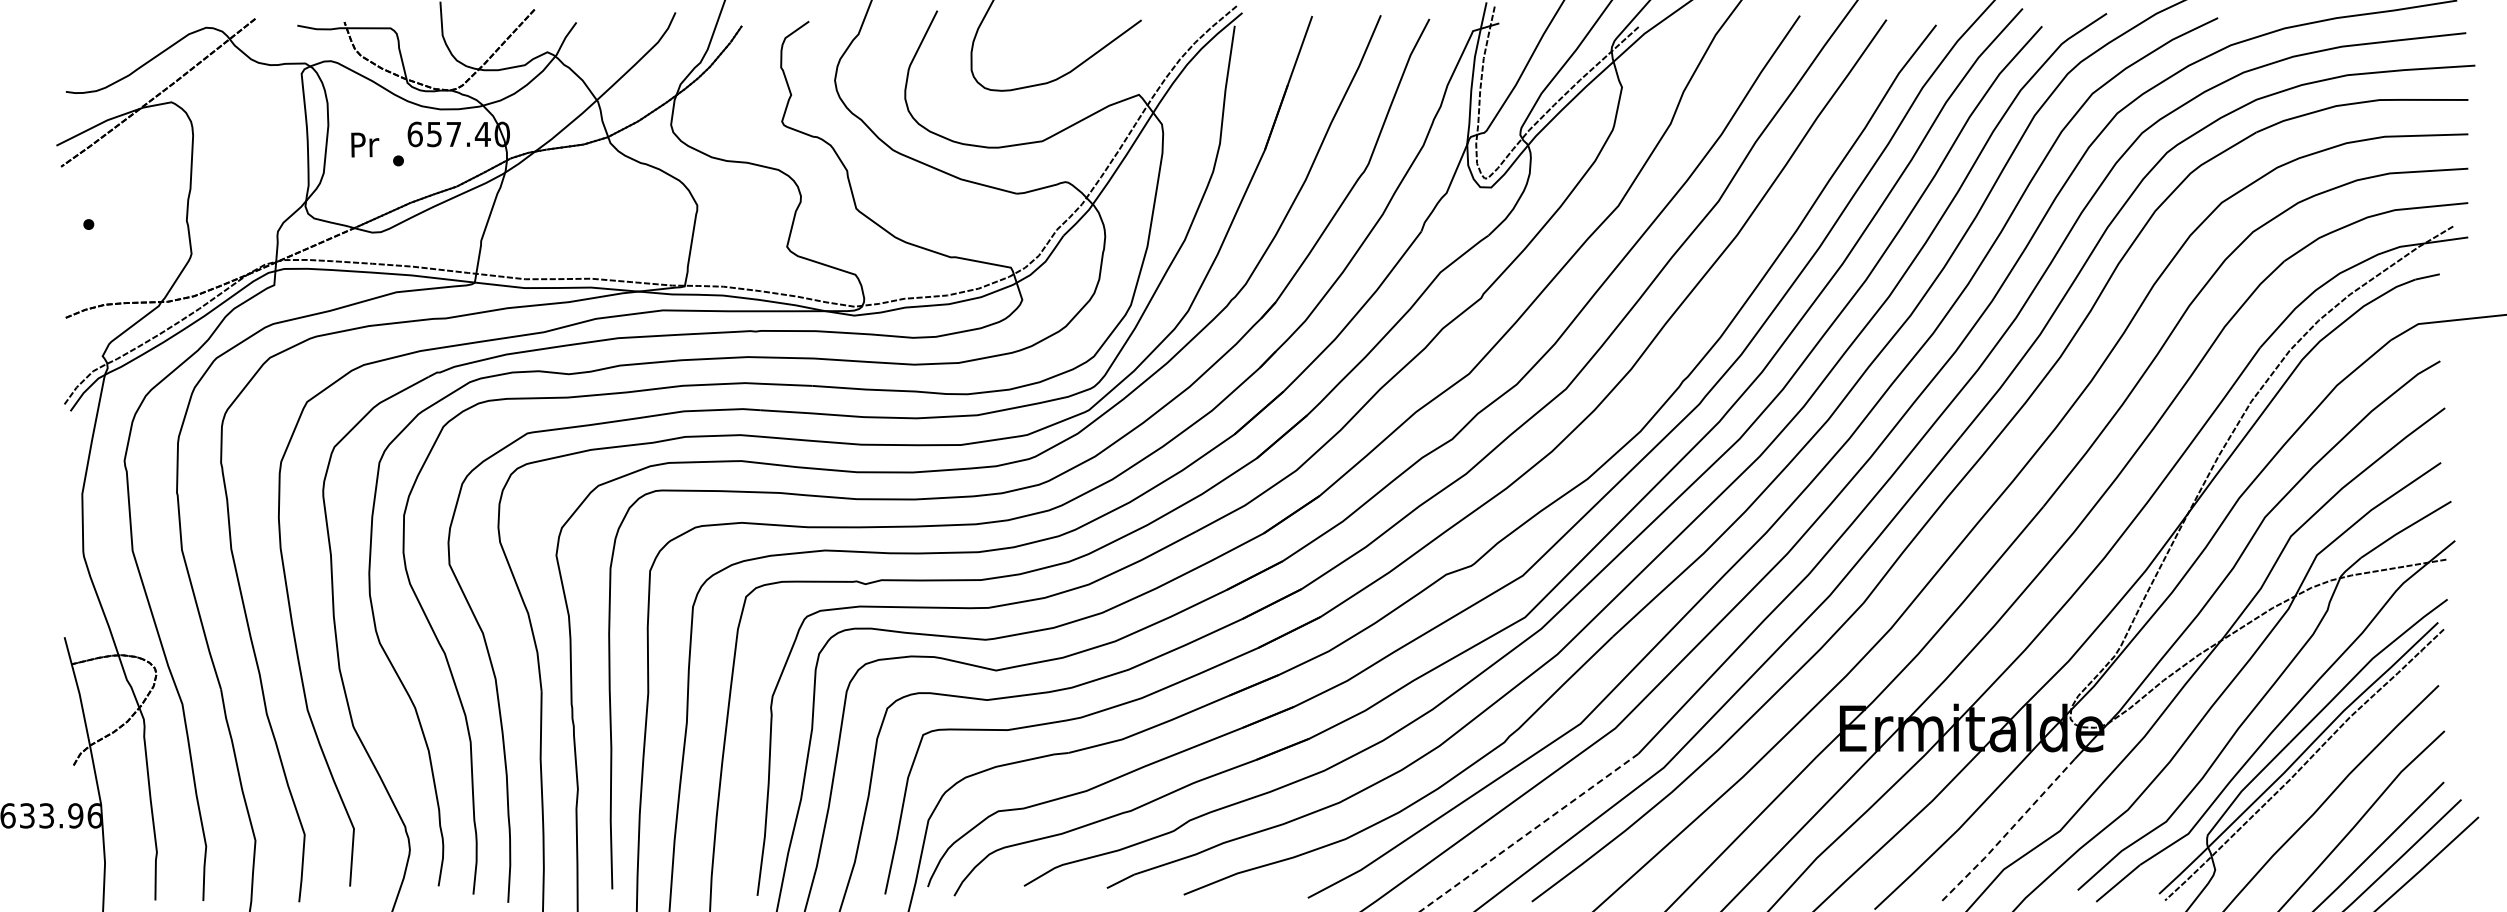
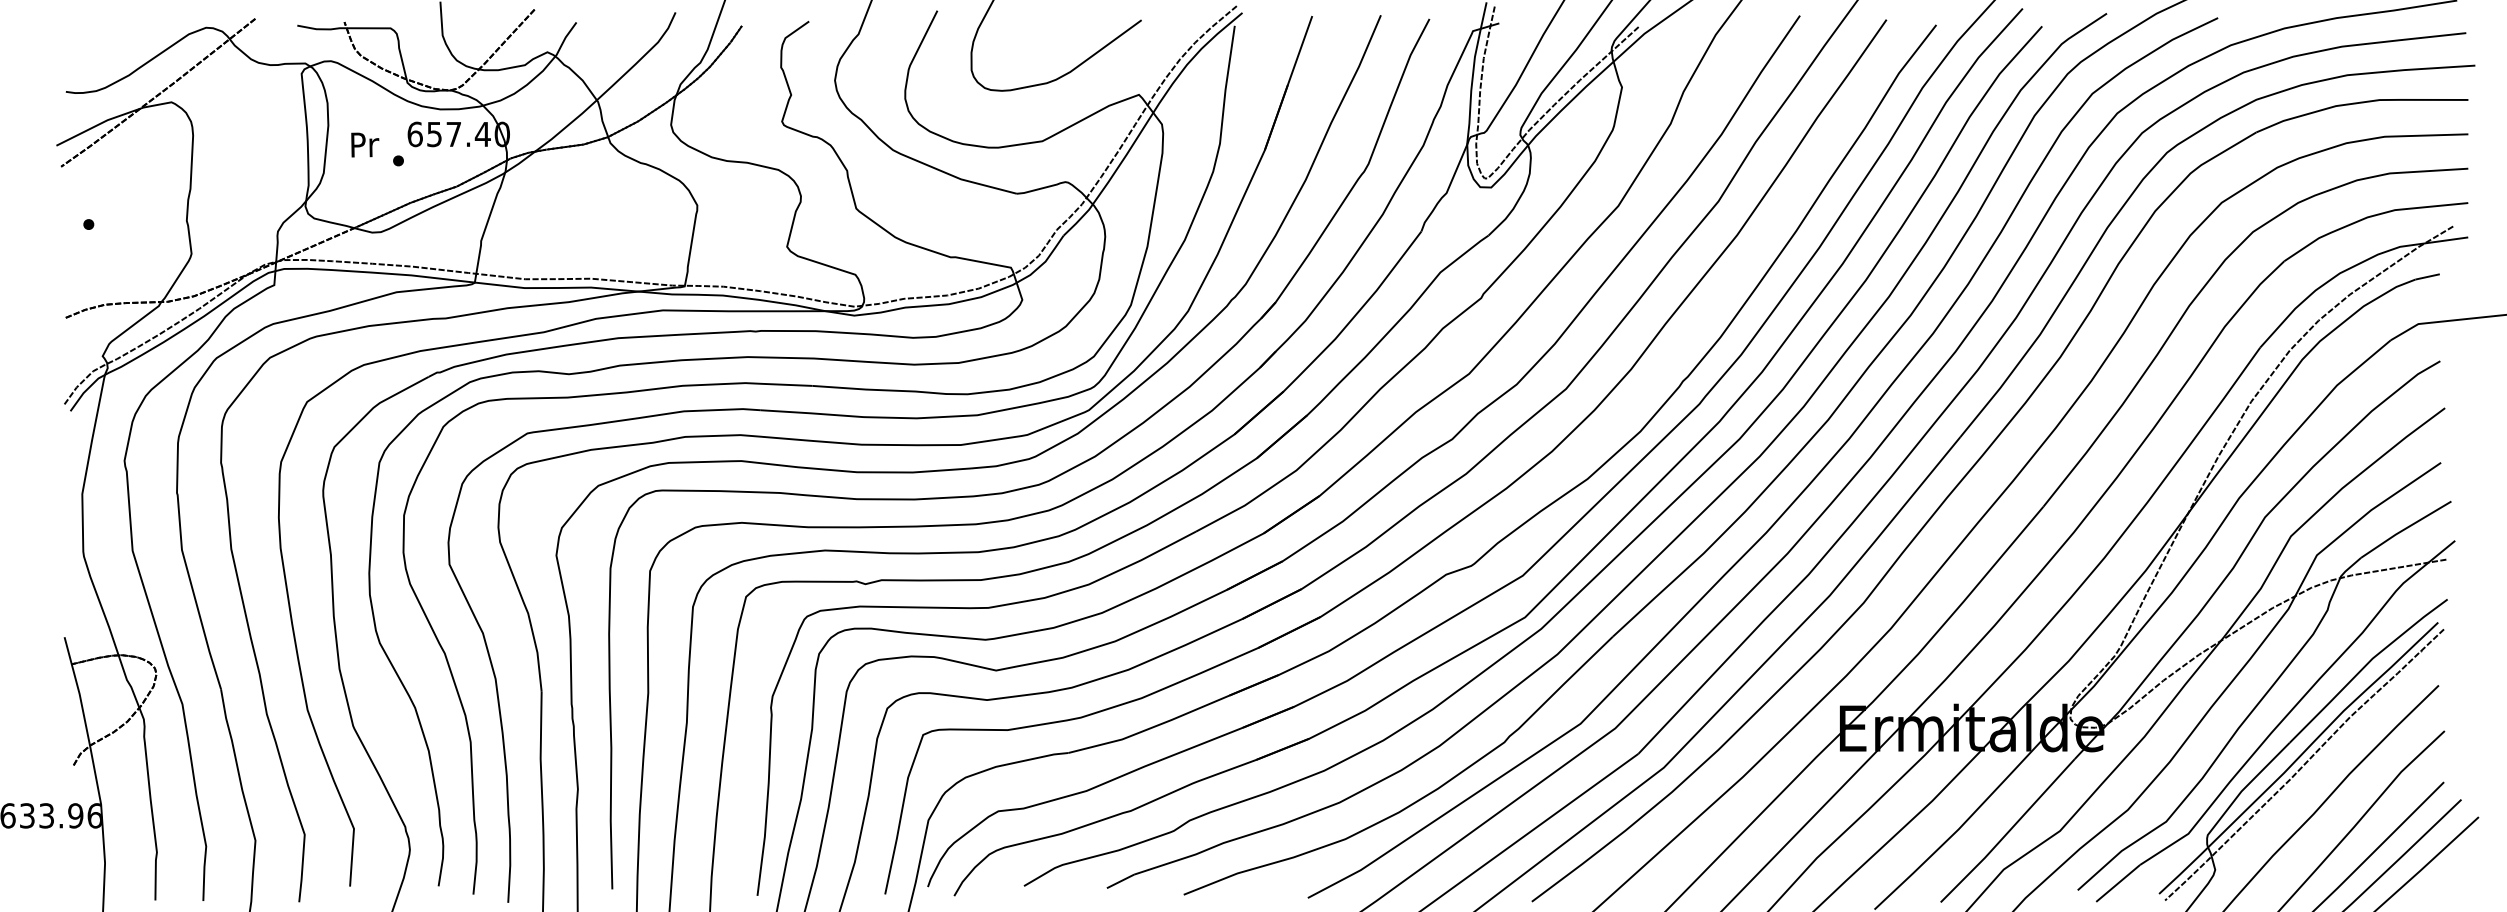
line at (1529, 832): dashed -> solid
line at (2008, 832): dashed -> solid
